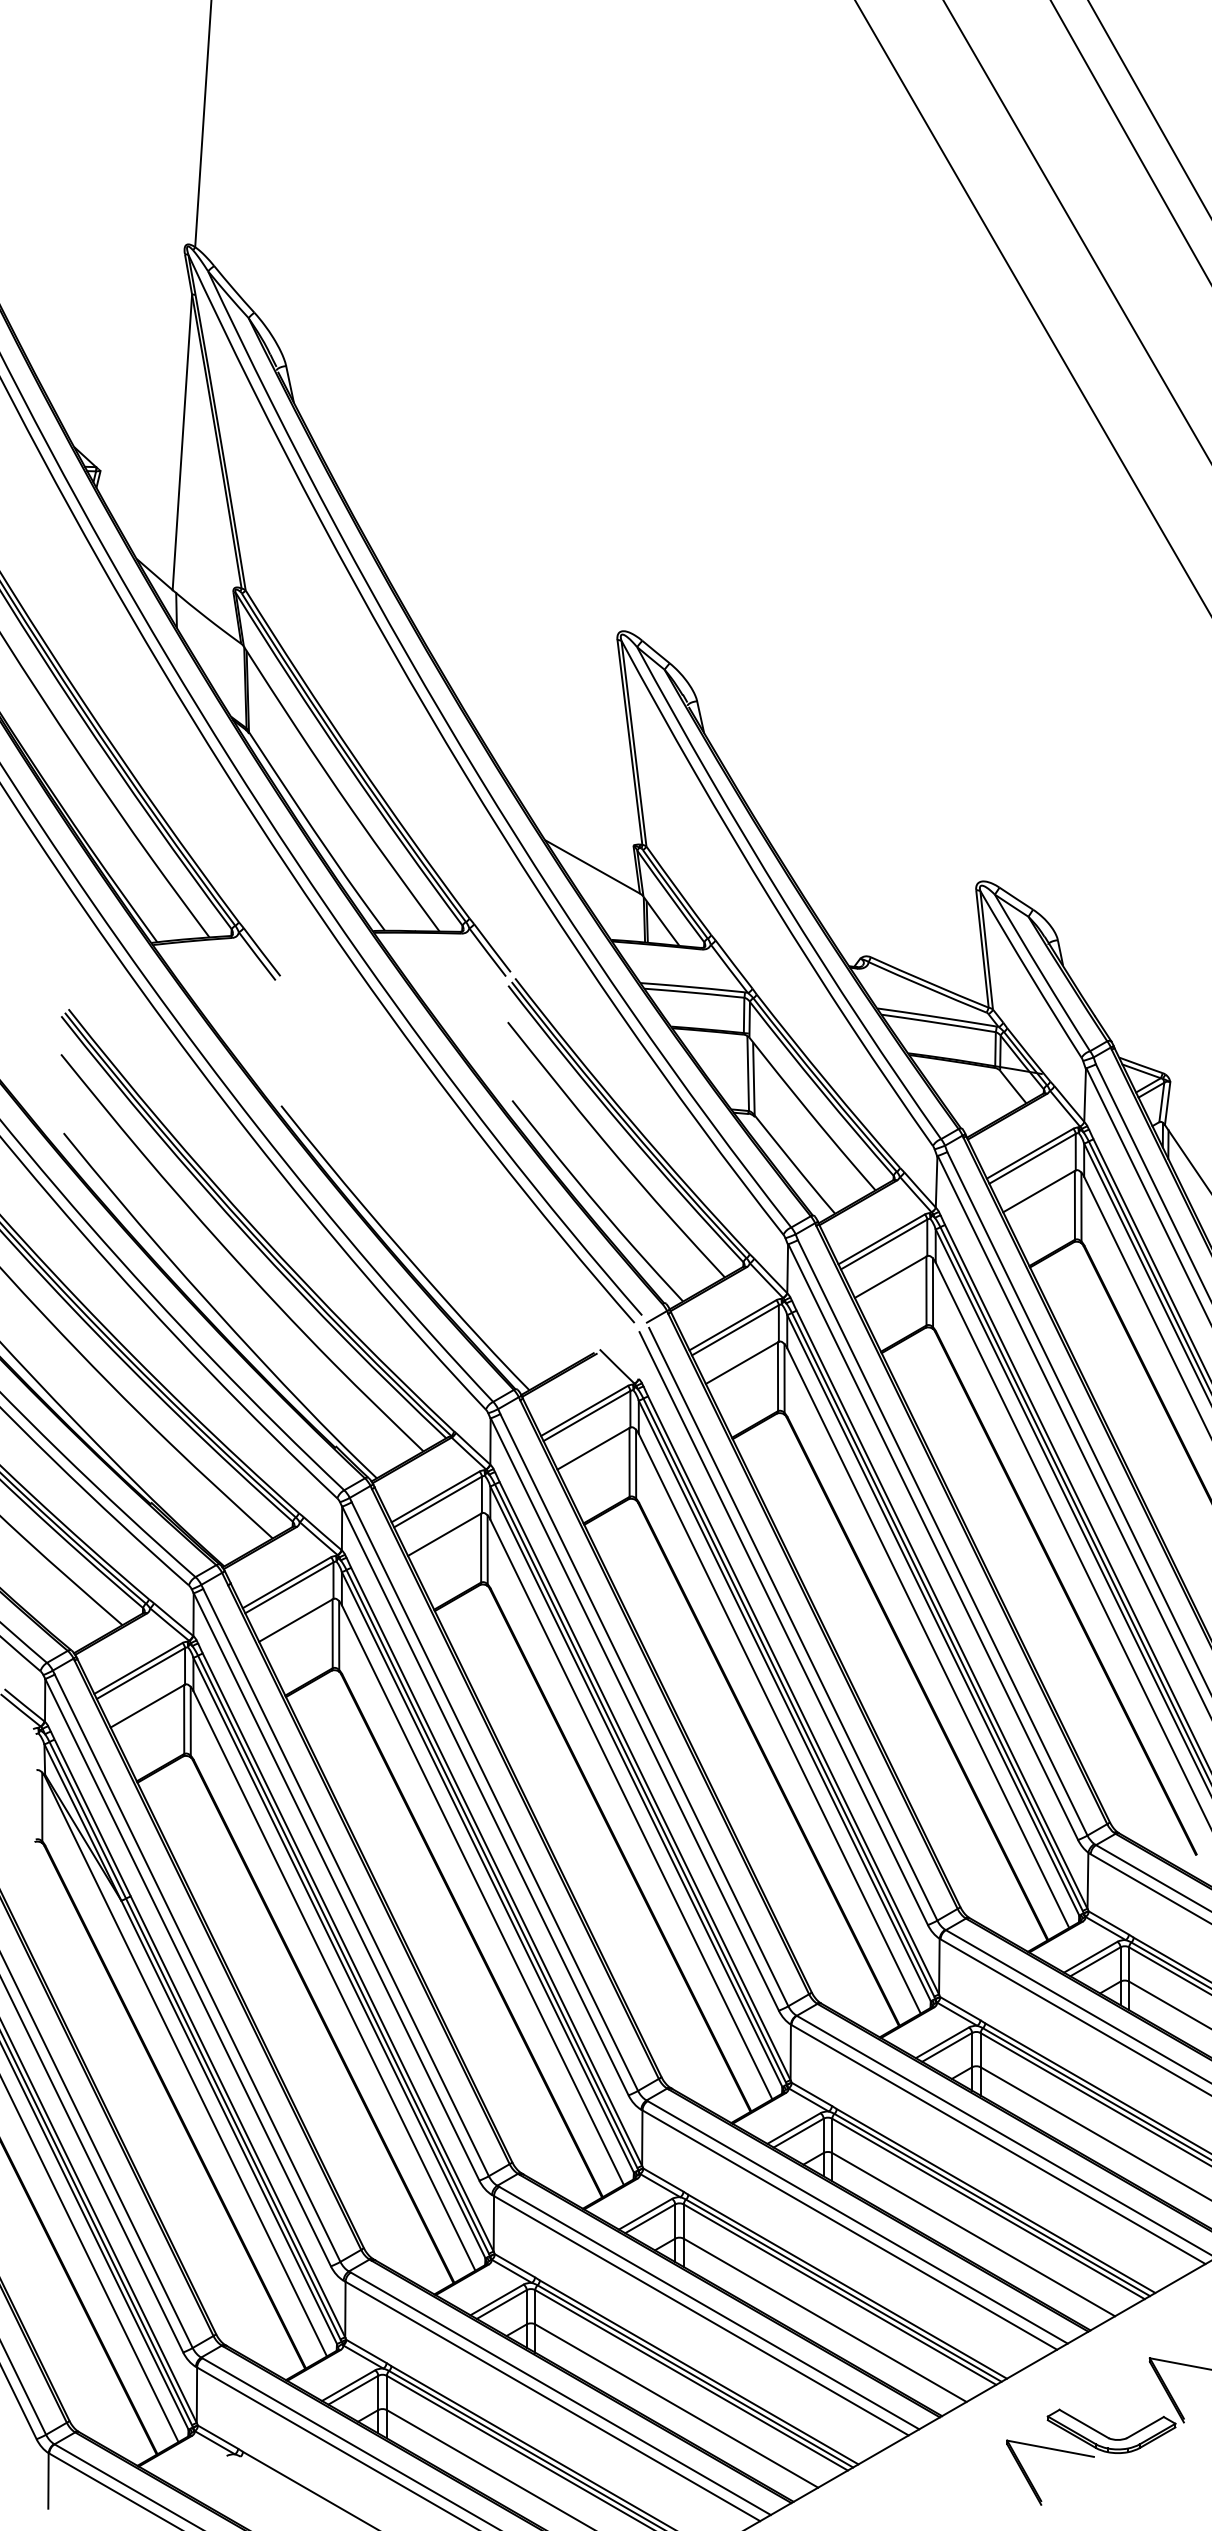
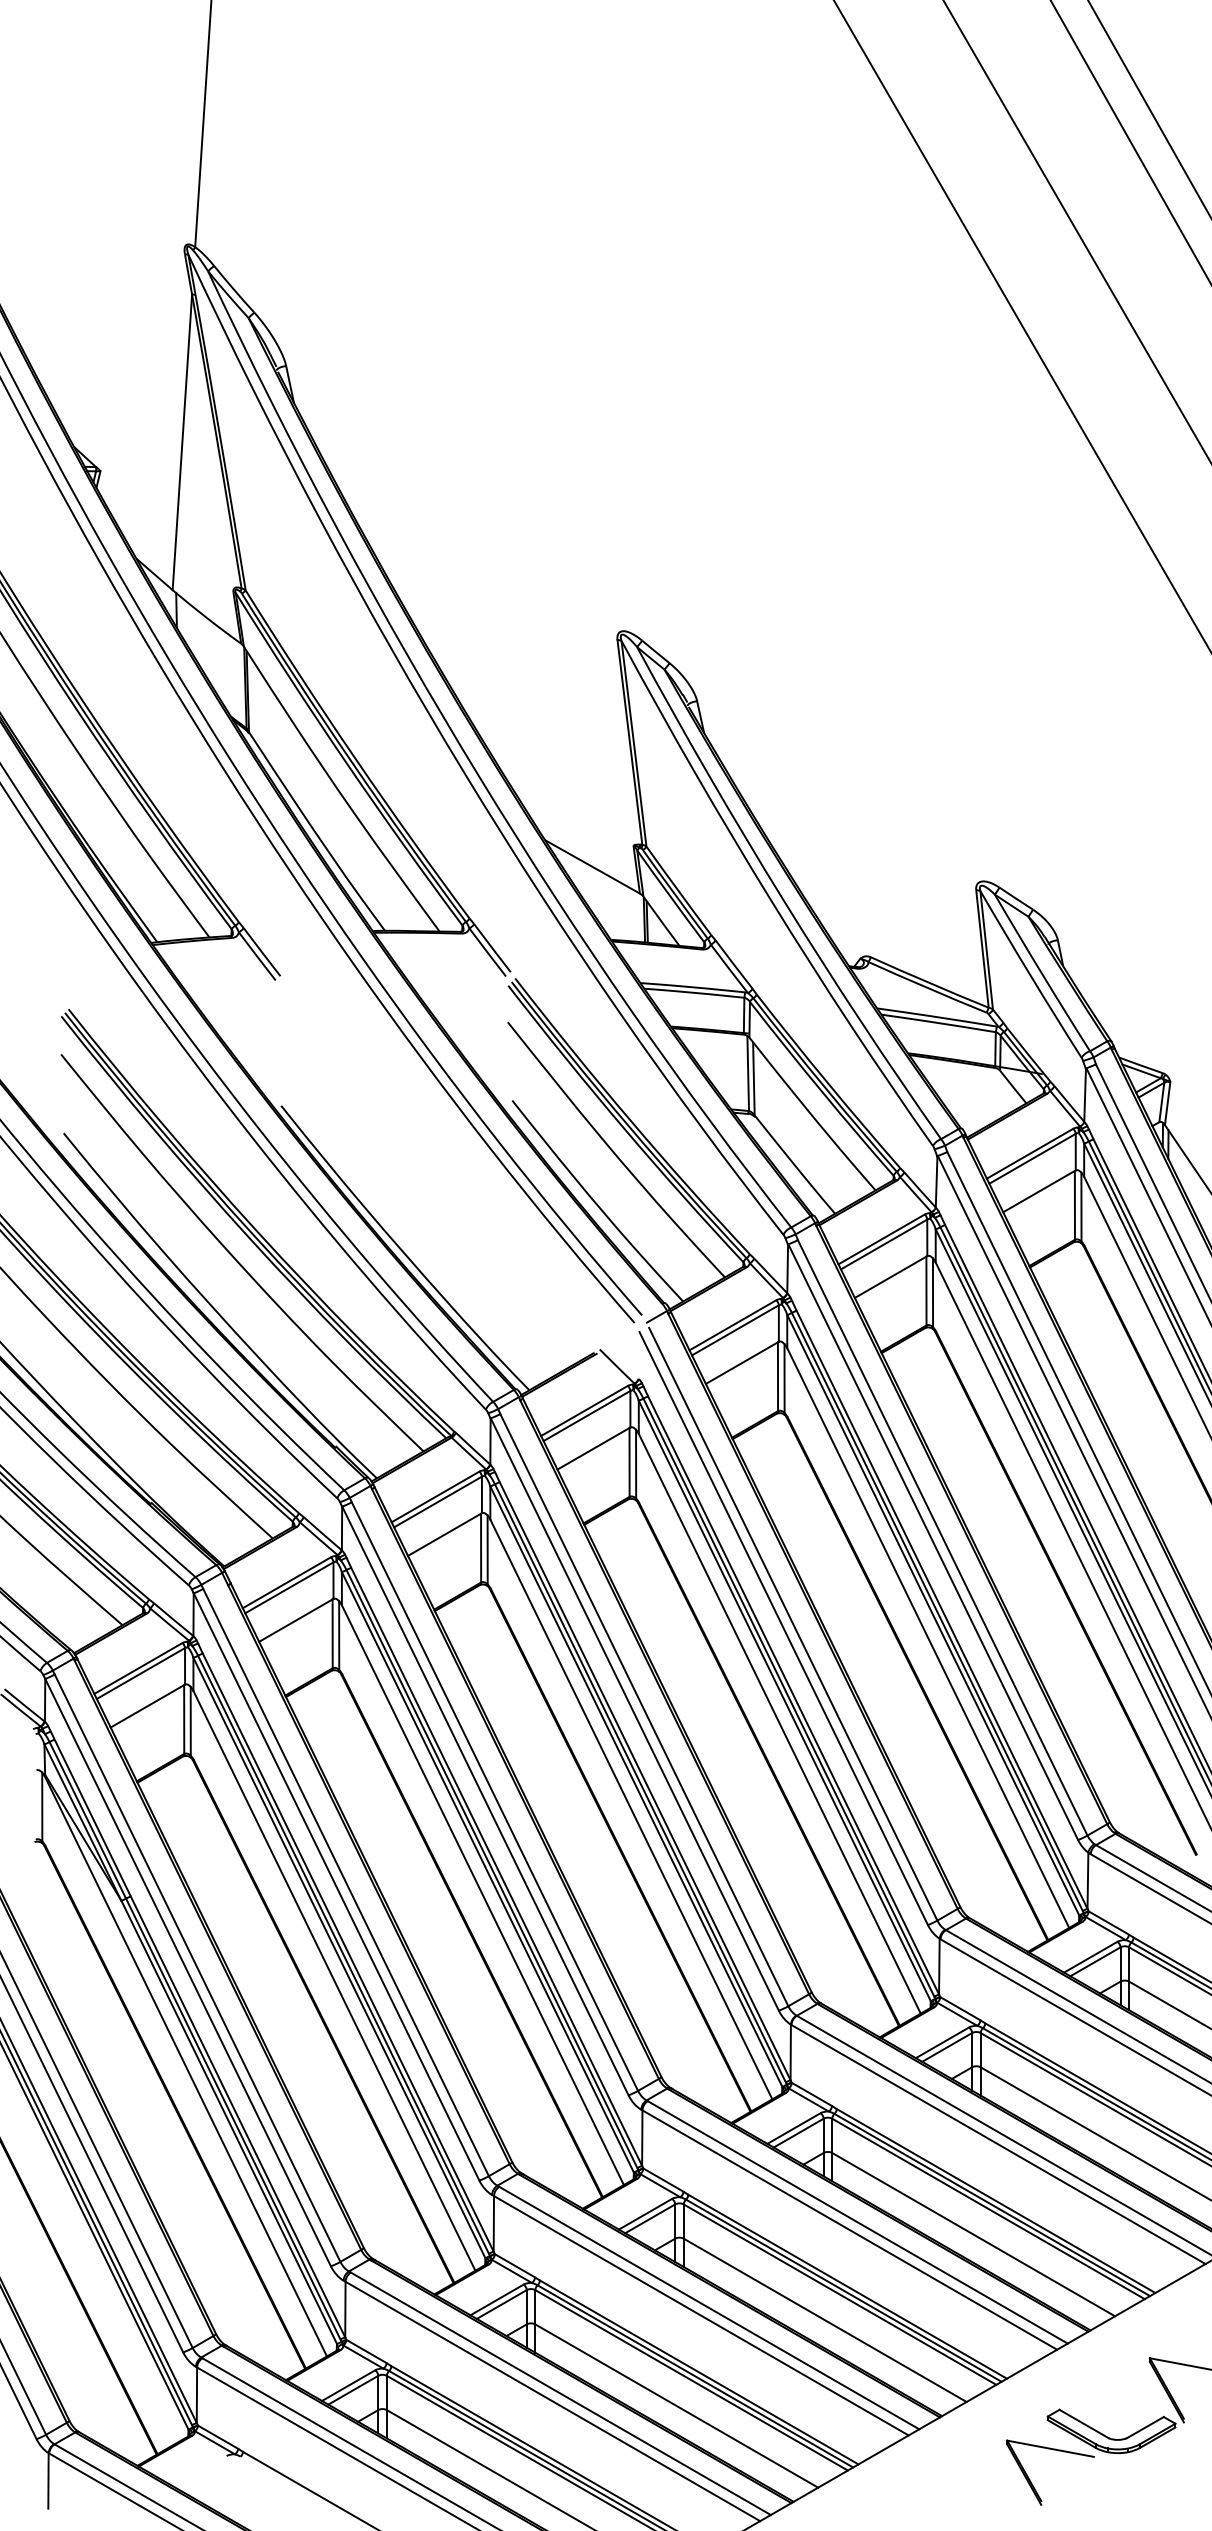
line at (1032, 306) position: (1032, 306) -> (1021, 325)
line at (90, 2260): present -> none
